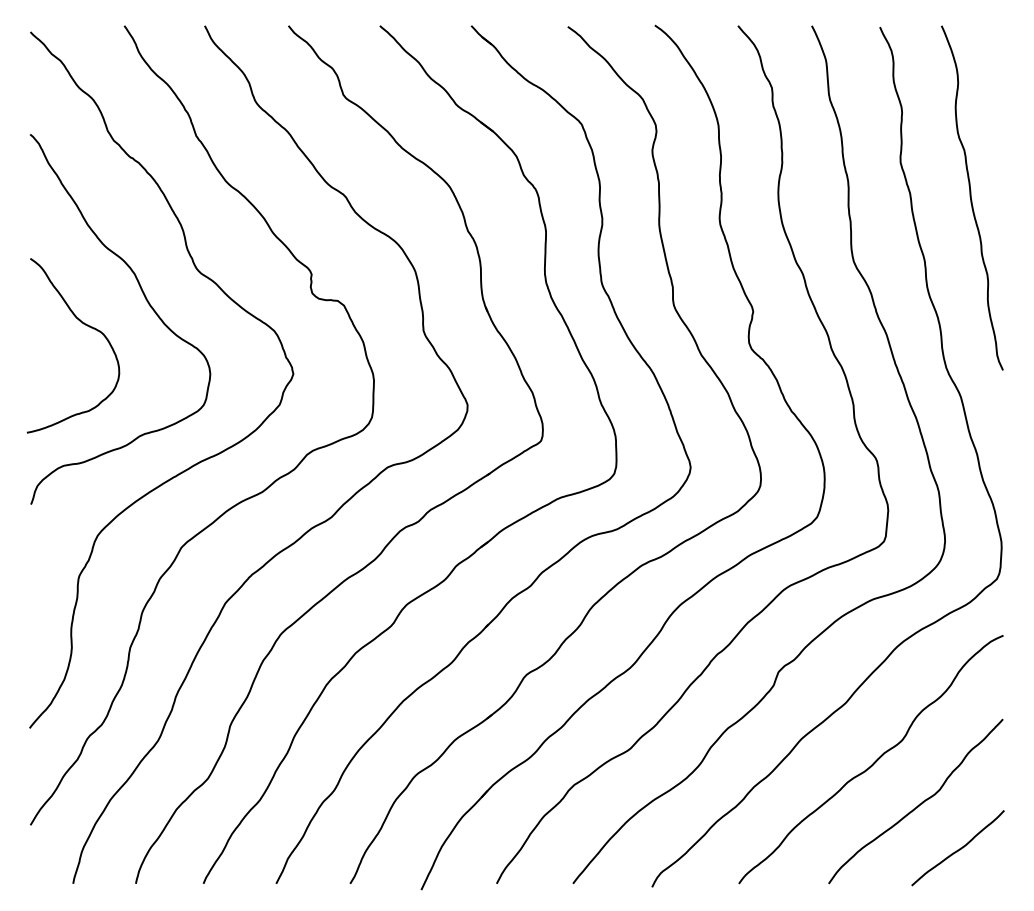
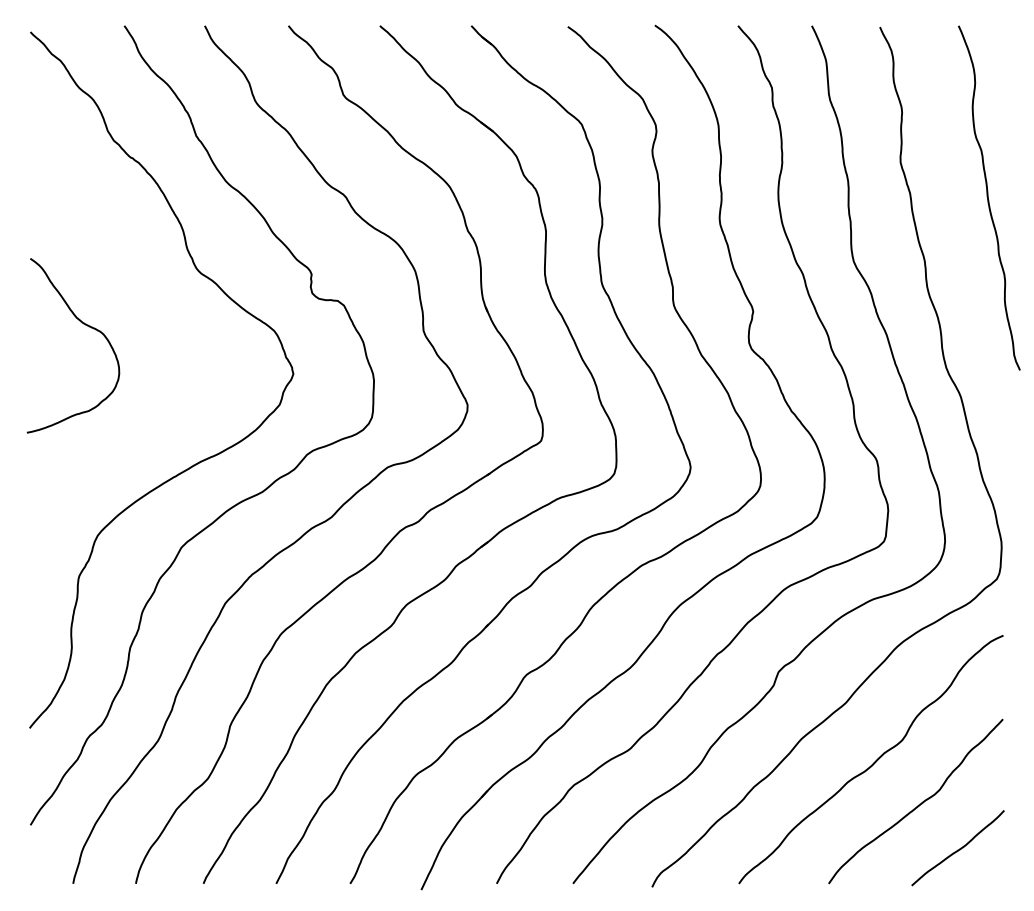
curve at (971, 197) position: (971, 197) -> (988, 197)
curve at (146, 301): present -> none
